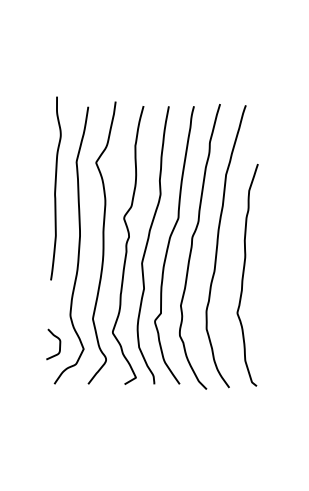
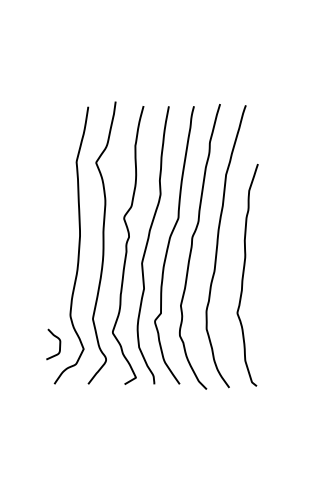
curve at (55, 188): present -> none
